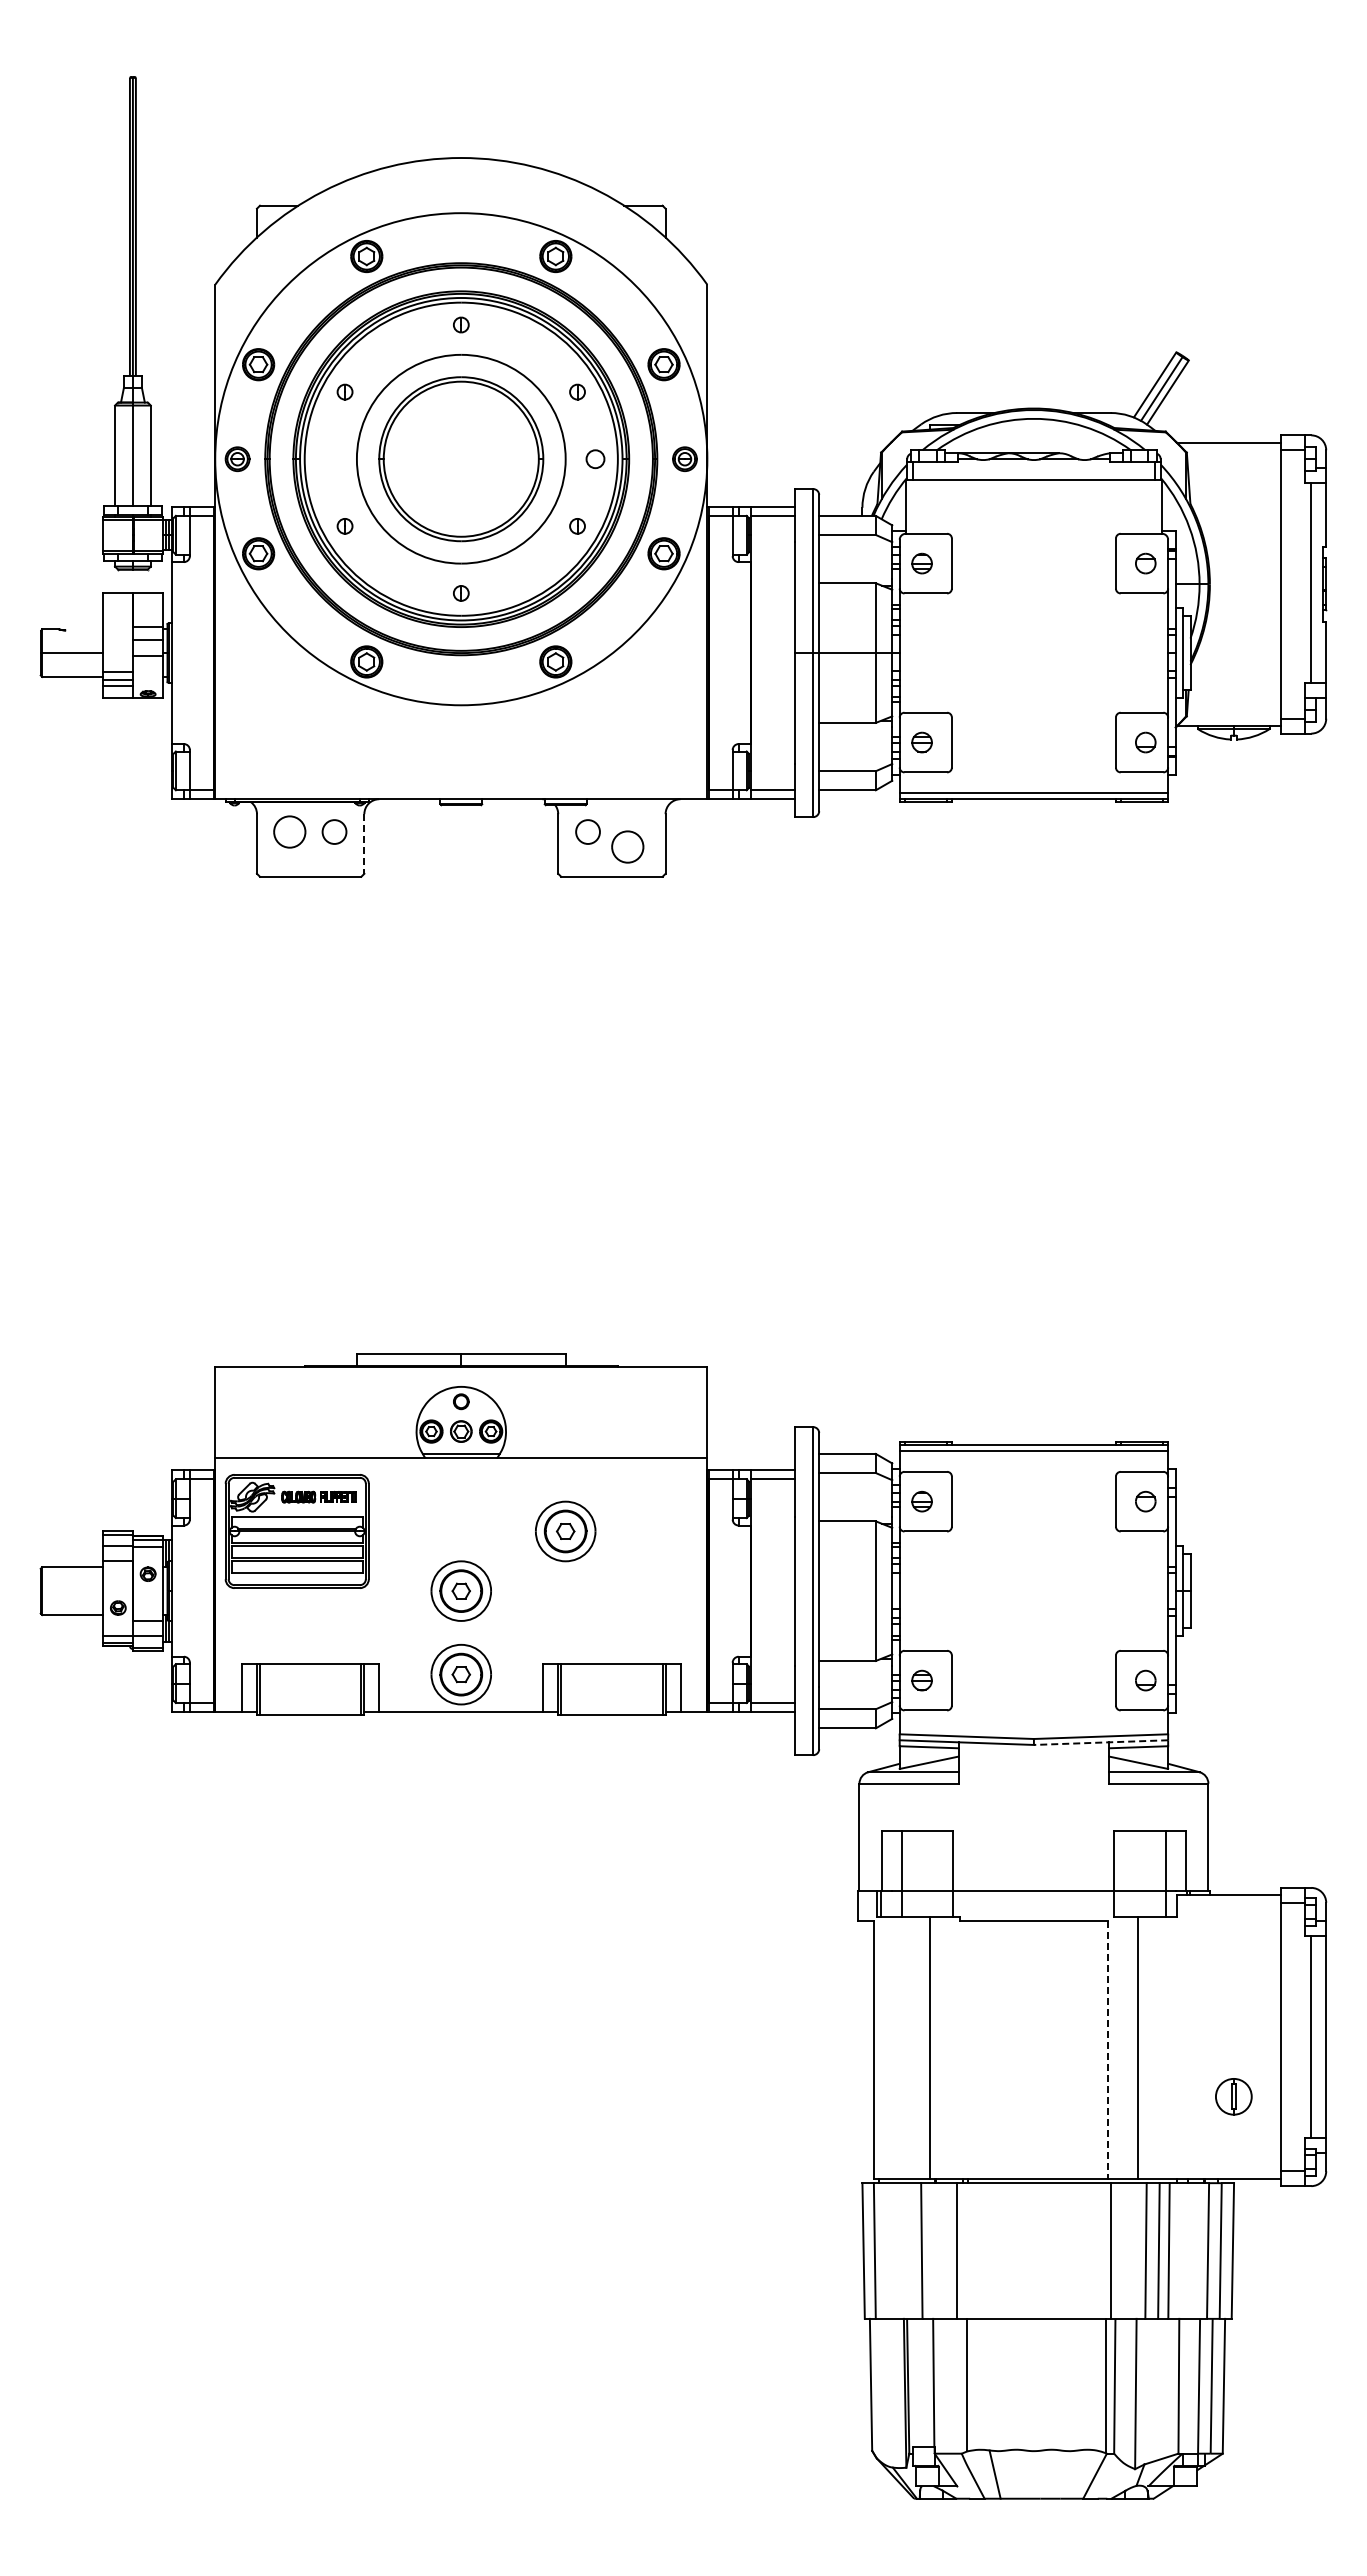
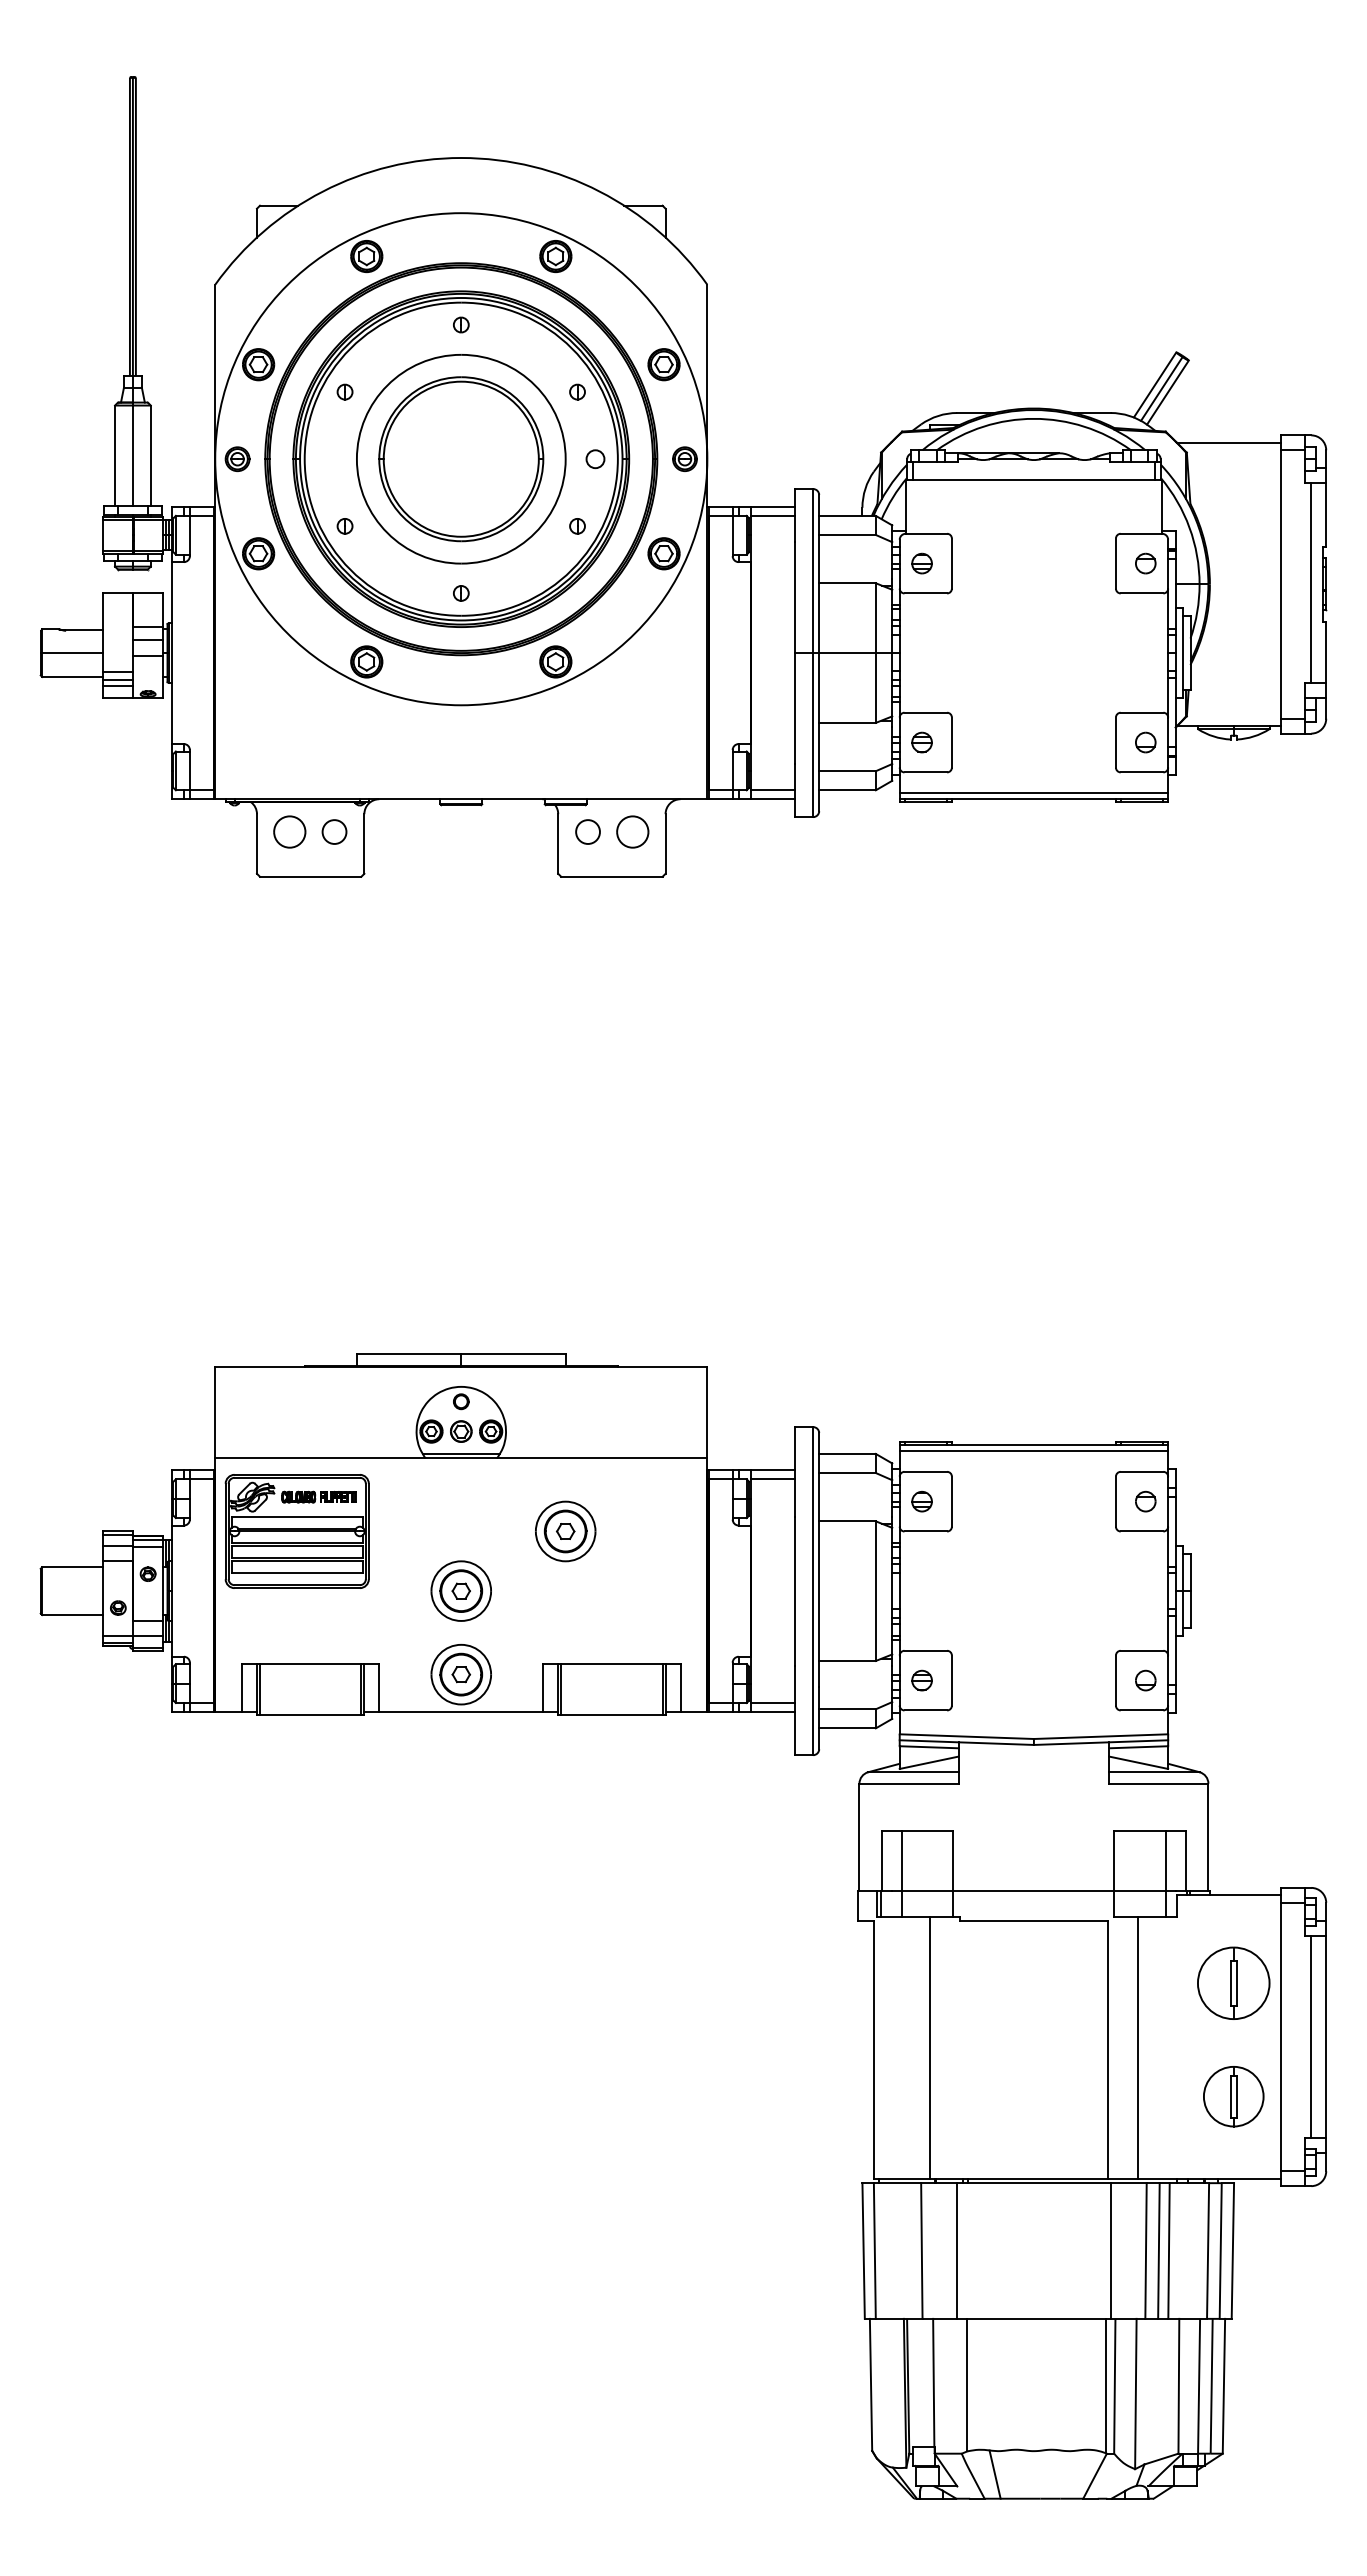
line at (84, 630): none -> present
line at (364, 843): dashed -> solid
part at (627, 846) position: (627, 846) -> (632, 831)
line at (1100, 1742): dashed -> solid
part at (1233, 1982): none -> present
line at (1108, 2049): dashed -> solid
part at (1233, 2096) size: 38x38 px -> 62x62 px
